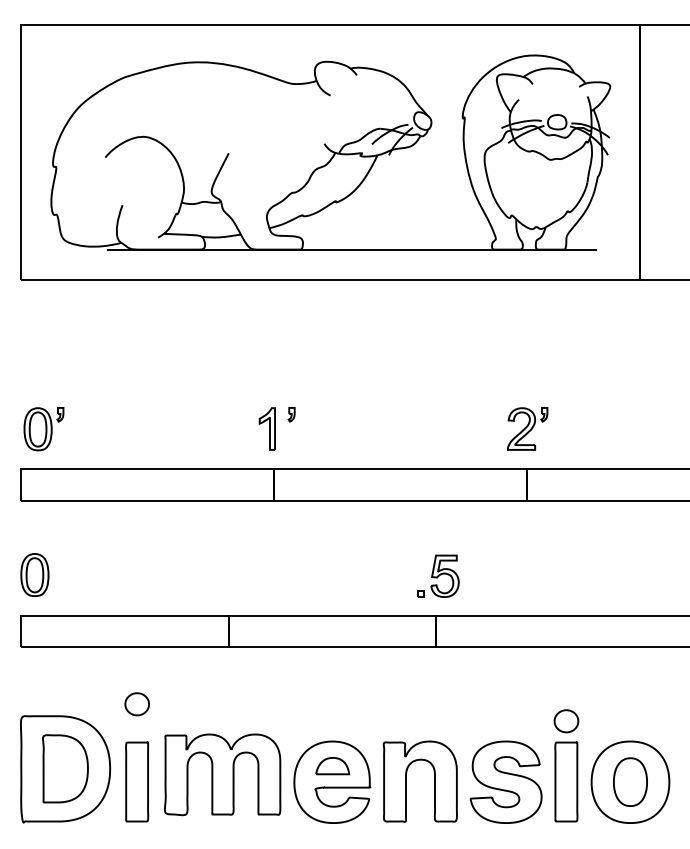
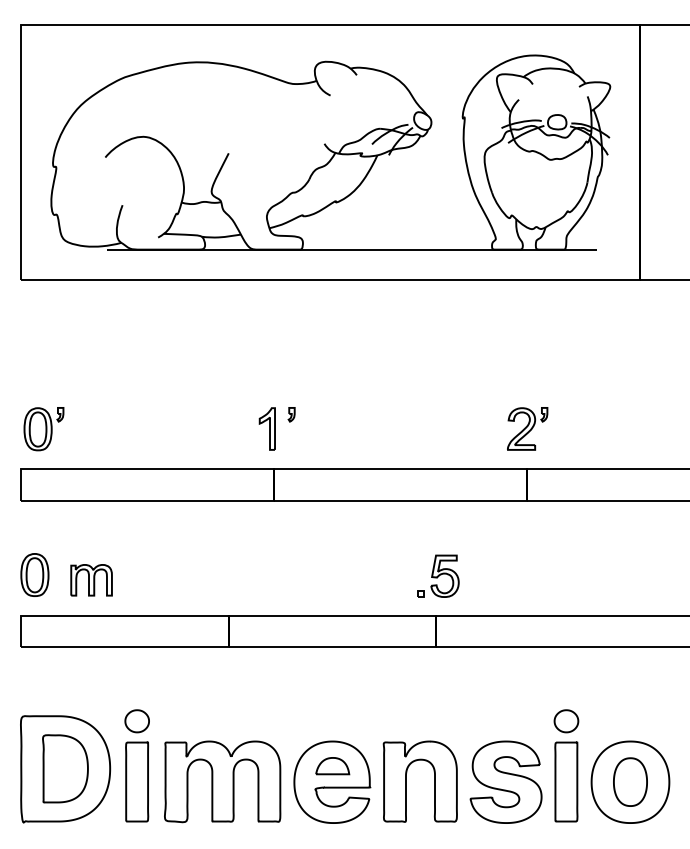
part at (91, 580): none -> present
part at (136, 704) position: (136, 704) -> (136, 721)
part at (222, 774) position: (222, 774) -> (222, 781)
